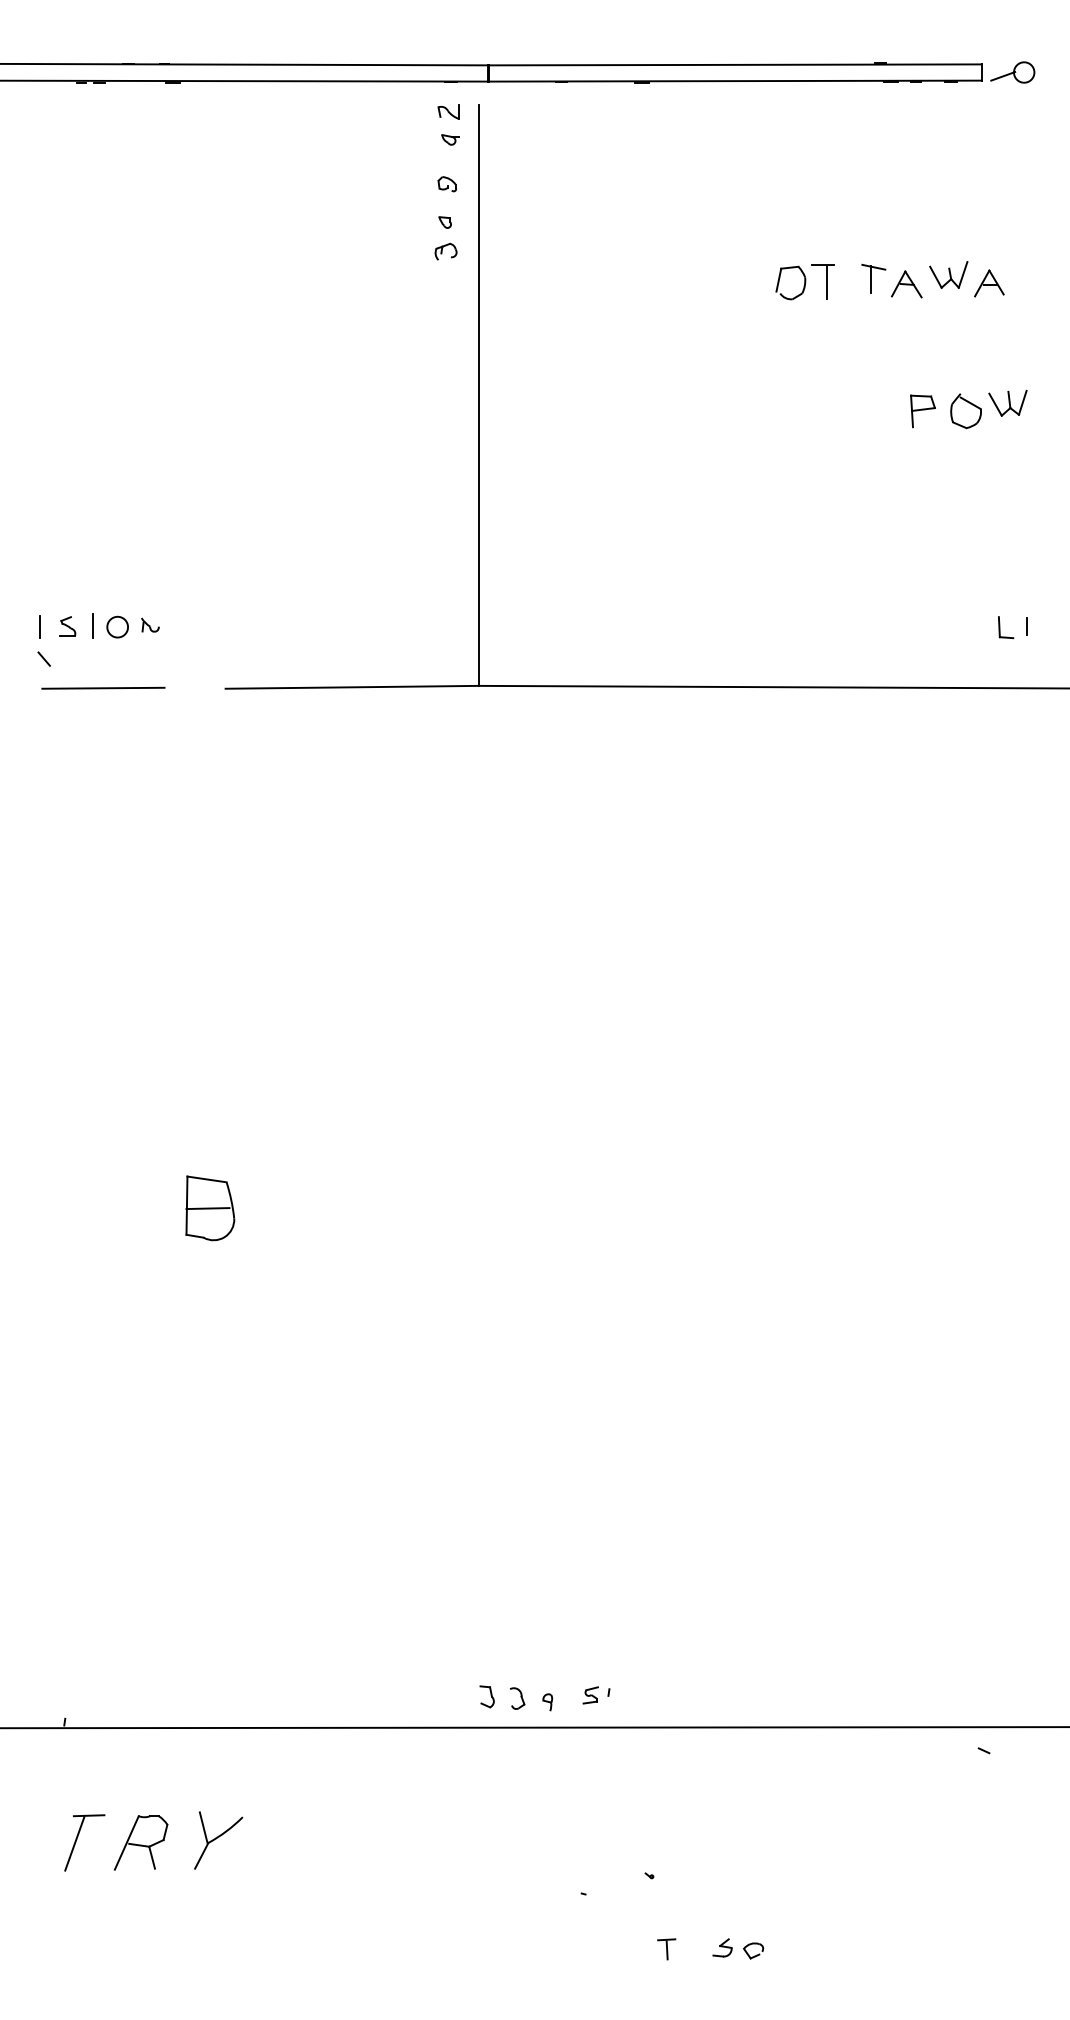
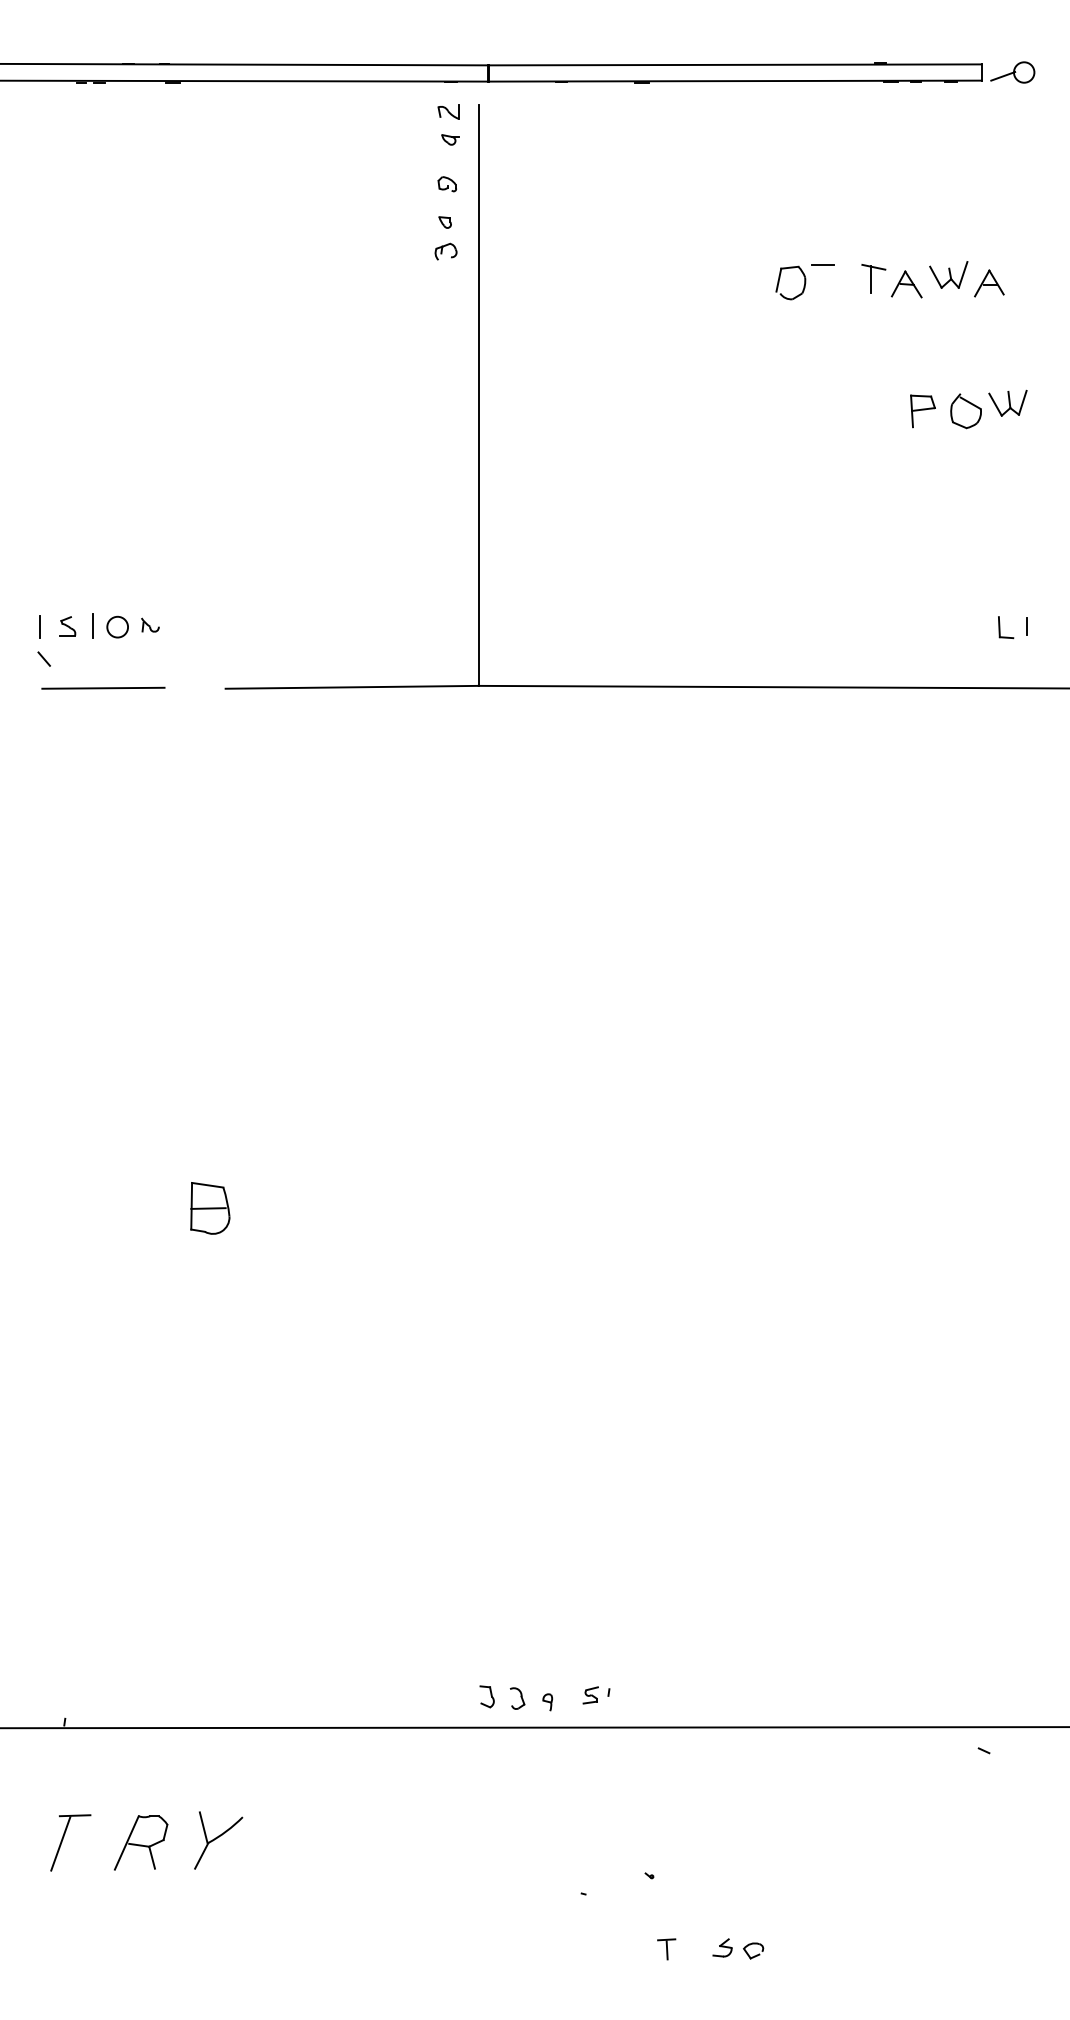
line at (827, 282): present -> none
part at (210, 1208) size: 51x67 px -> 41x53 px
part at (77, 1839) position: (77, 1839) -> (63, 1839)
